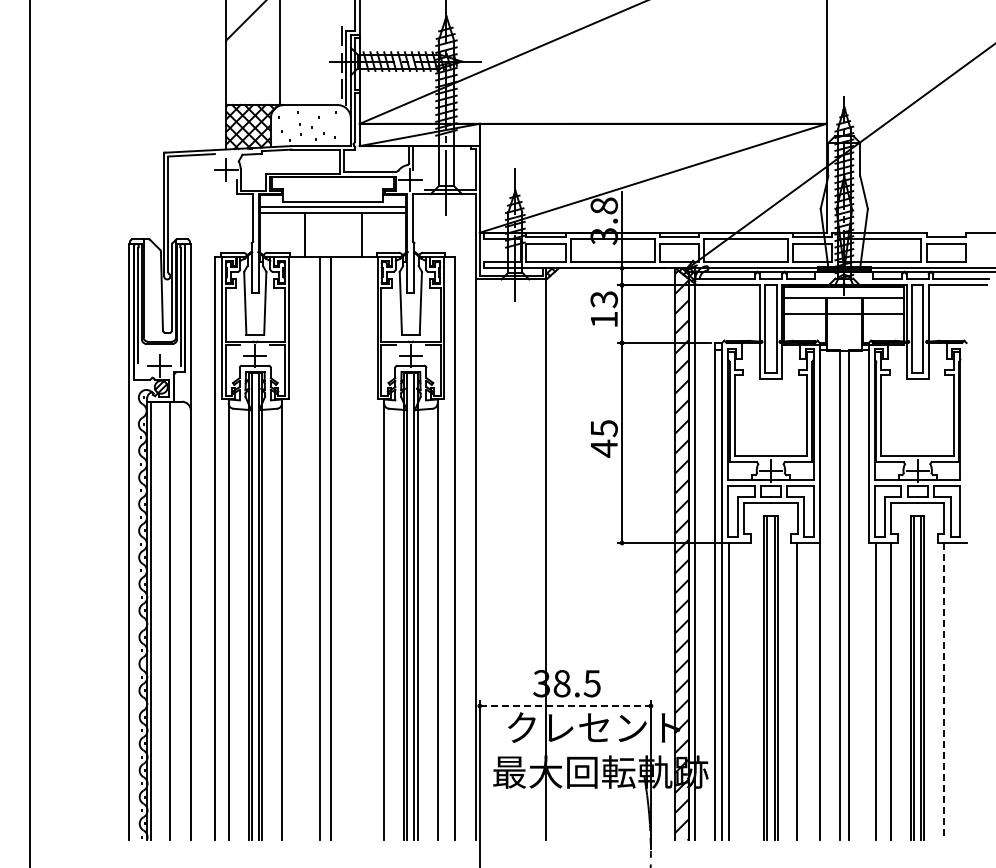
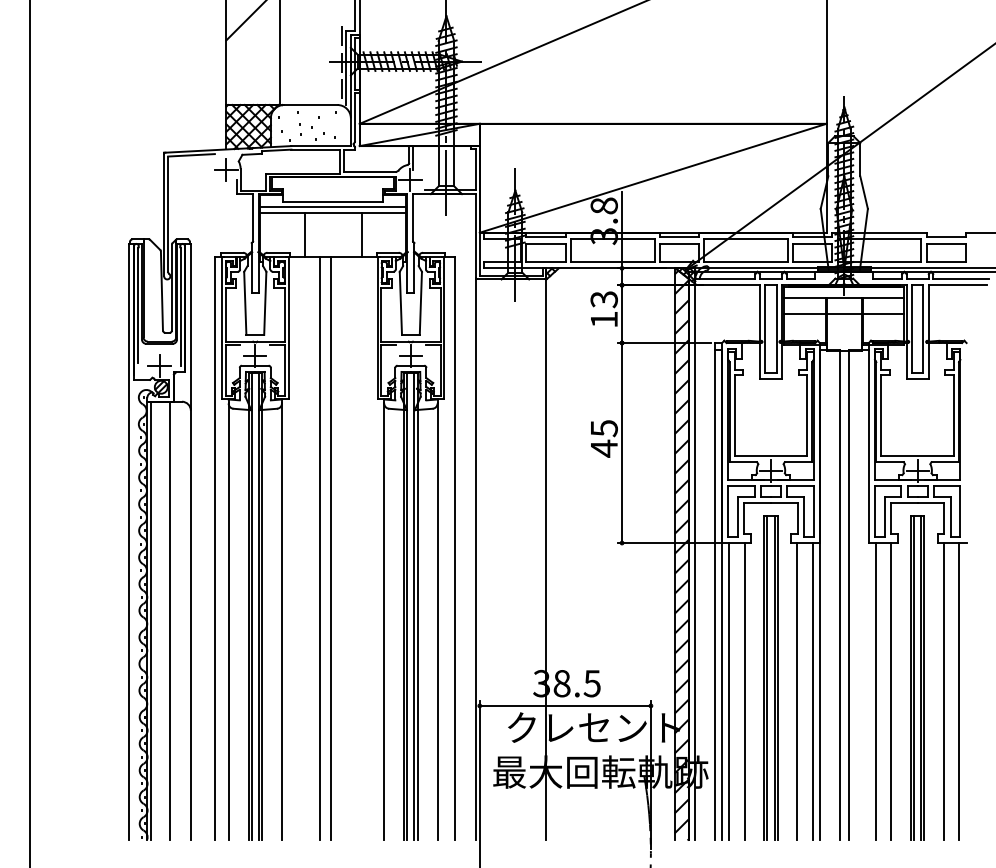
line at (744, 691): none -> present
line at (812, 691): none -> present
line at (943, 691): dashed -> solid
line at (959, 691): none -> present
line at (565, 705): dashed -> solid
